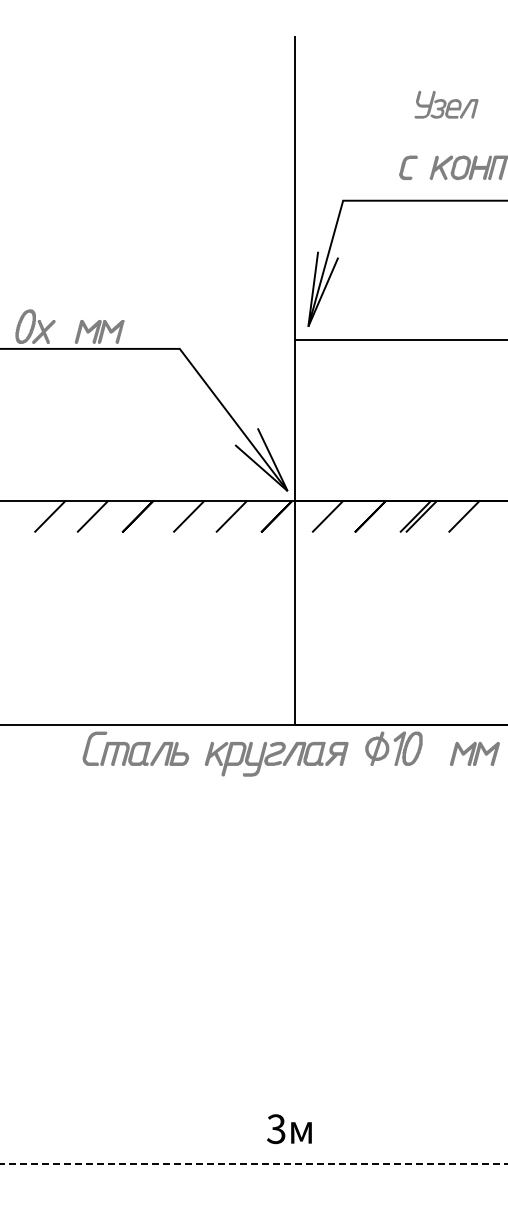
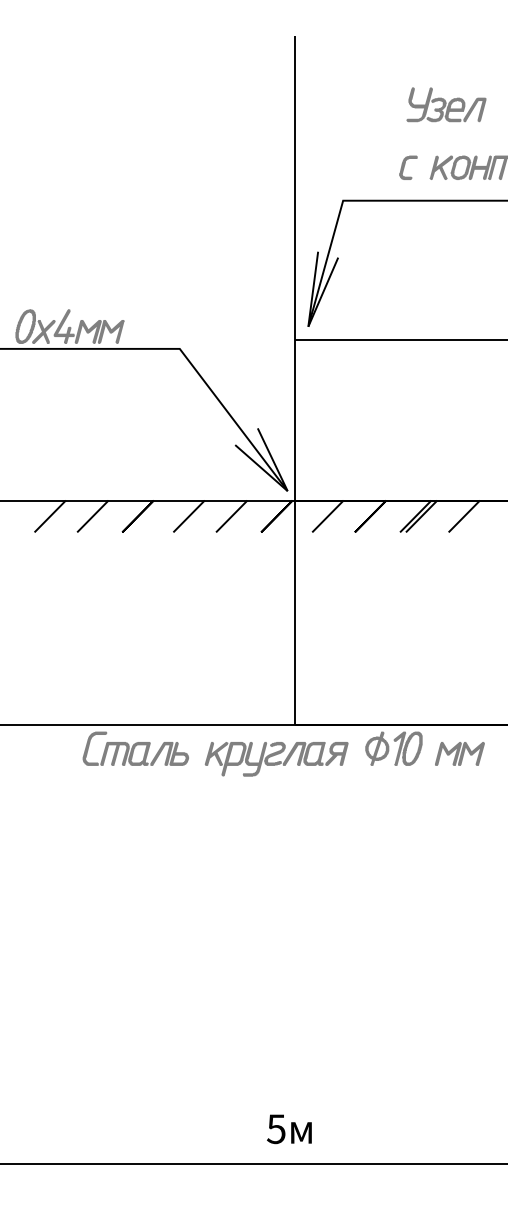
part at (446, 104) size: 65x28 px -> 81x35 px
fill at (63, 326): none -> present
part at (474, 753) position: (474, 753) -> (459, 753)
text at (276, 1128): 3 -> 5
line at (254, 1163): dashed -> solid
